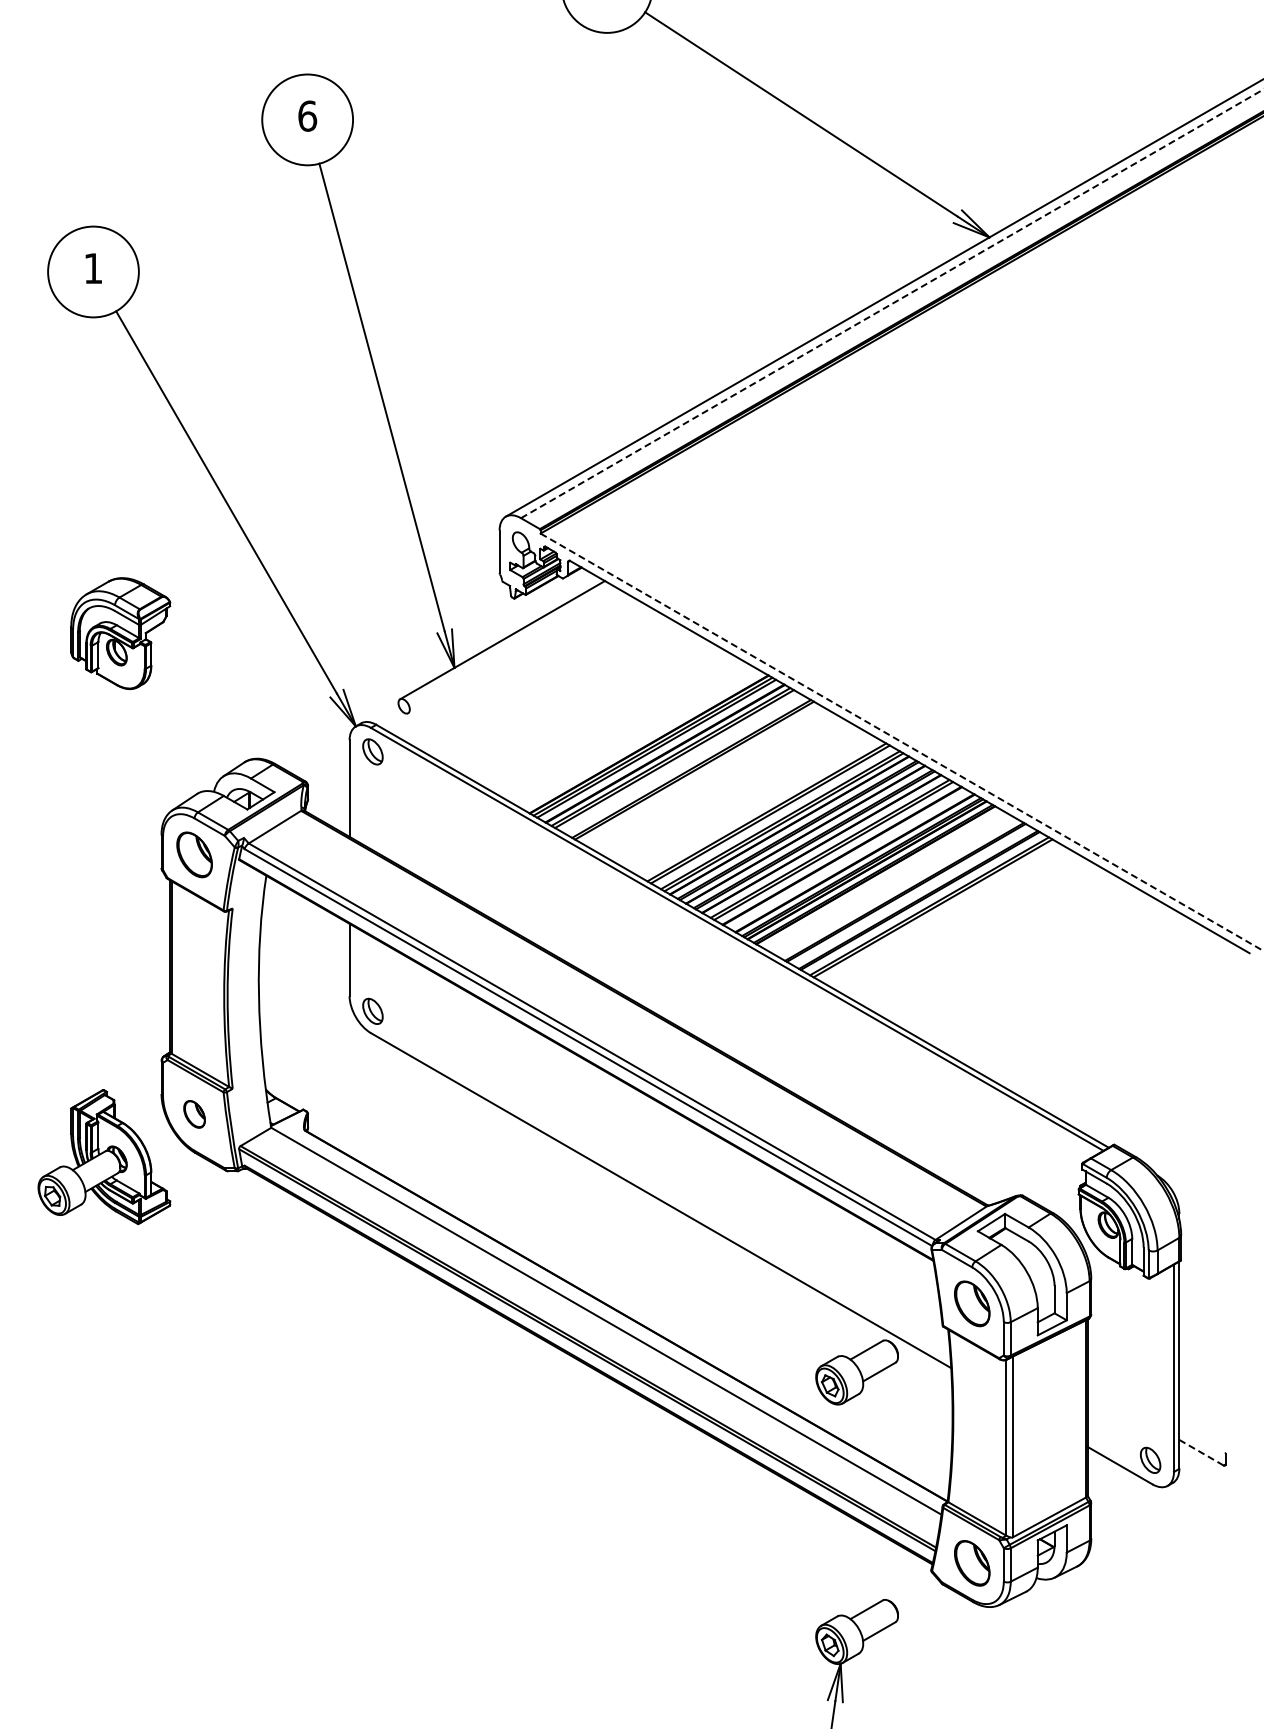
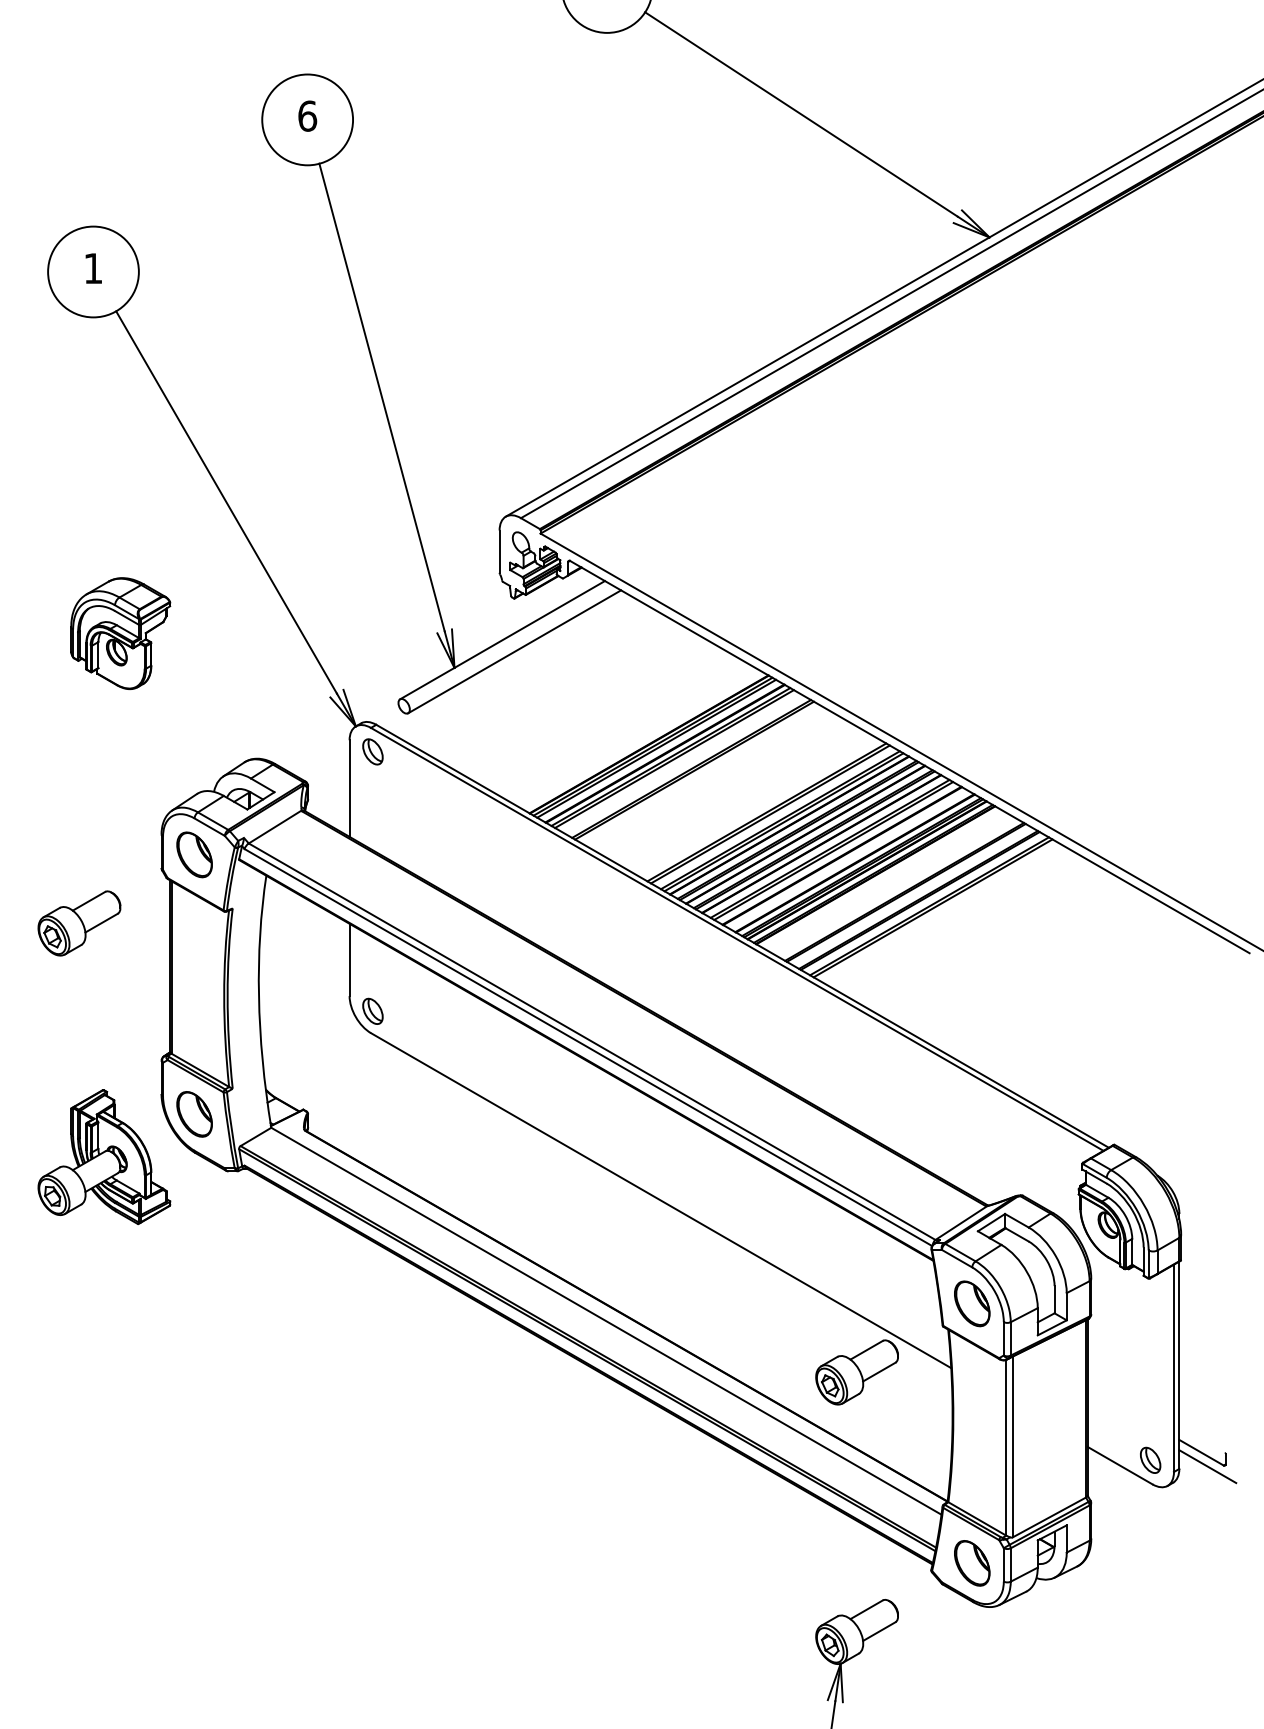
line at (892, 303): dashed -> solid
line at (514, 651): none -> present
line at (902, 742): dashed -> solid
part at (79, 923): none -> present
part at (194, 1114) size: 23x29 px -> 37x47 px
line at (1201, 1452): dashed -> solid
line at (1207, 1466): none -> present
